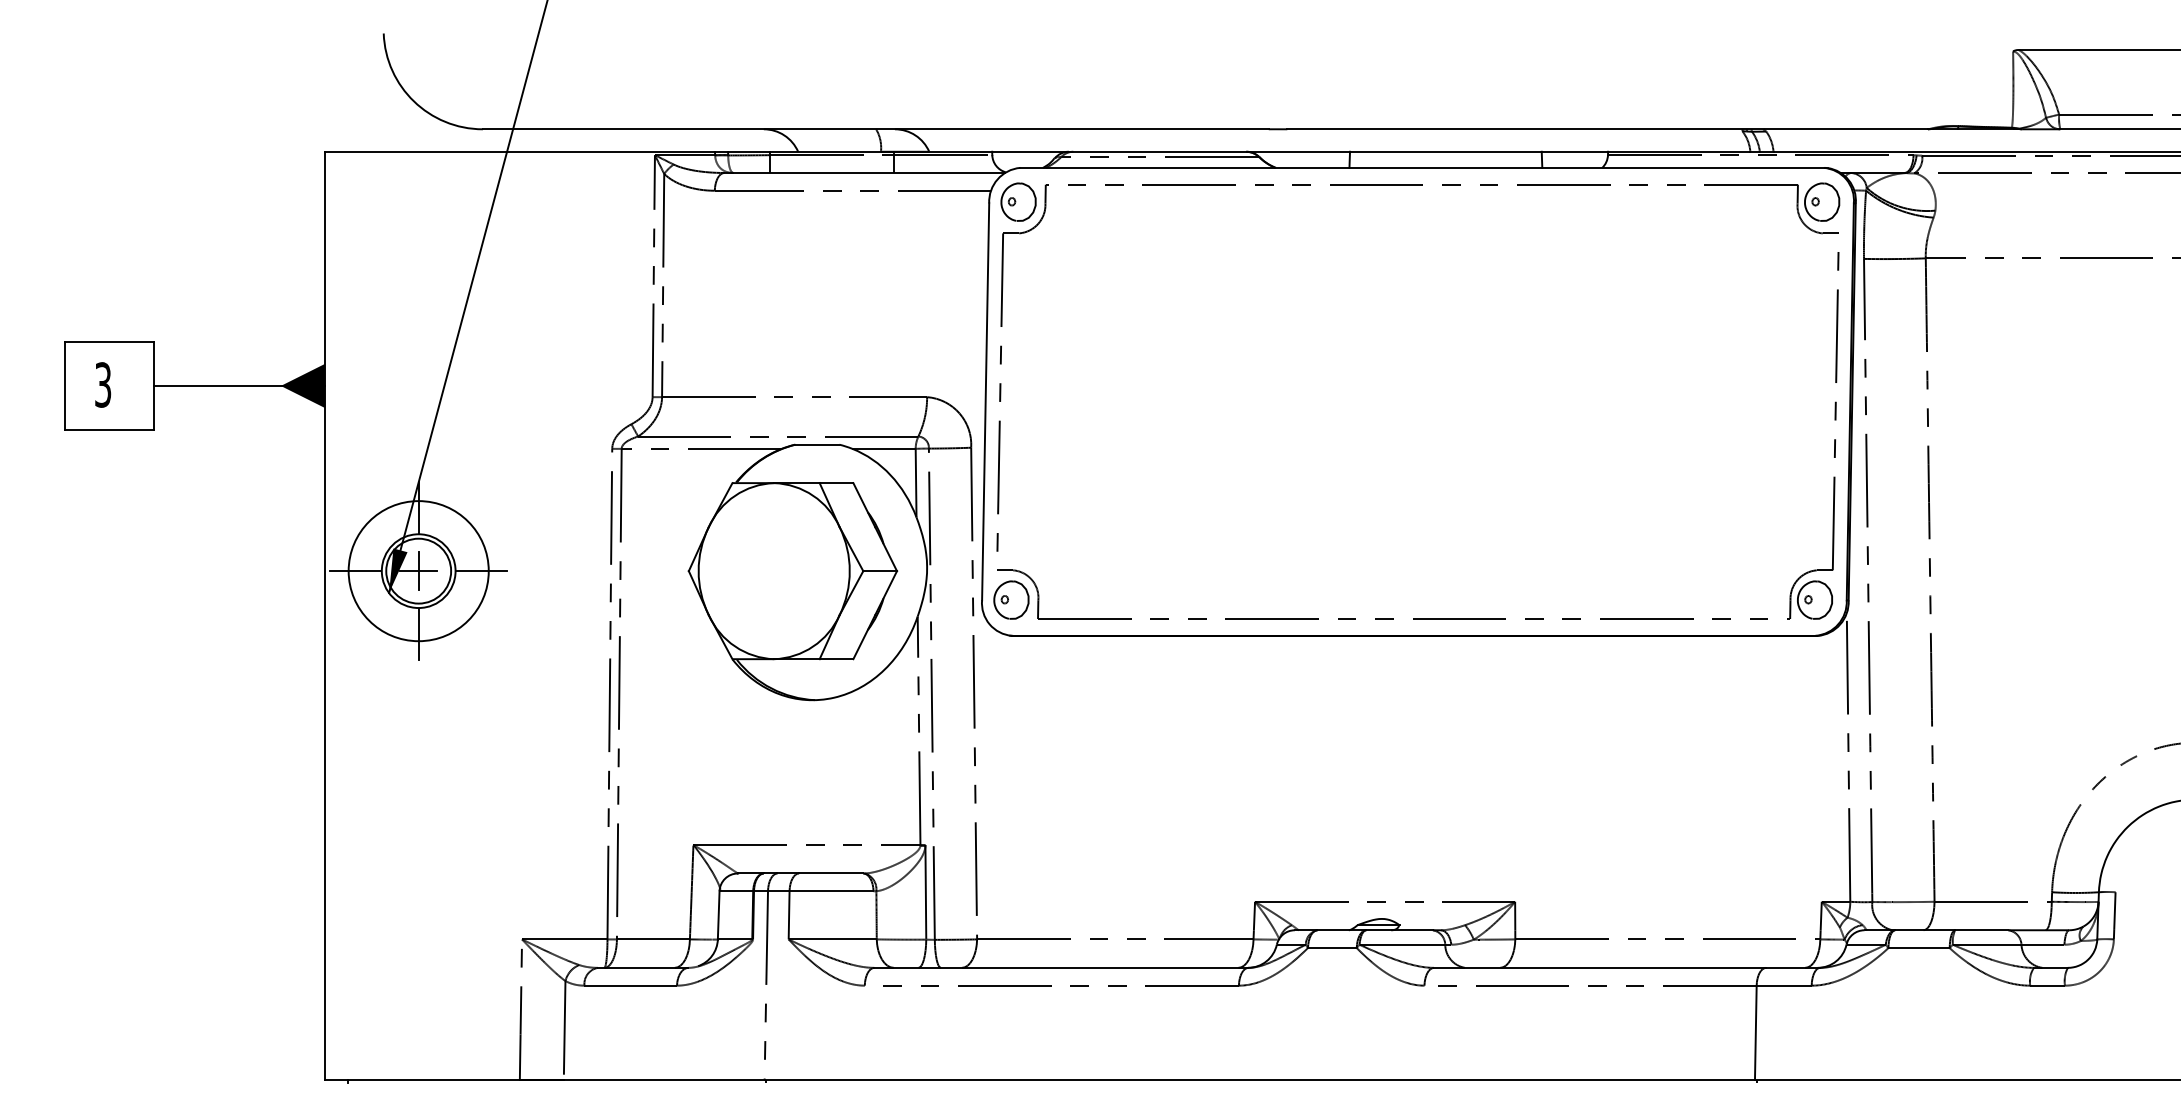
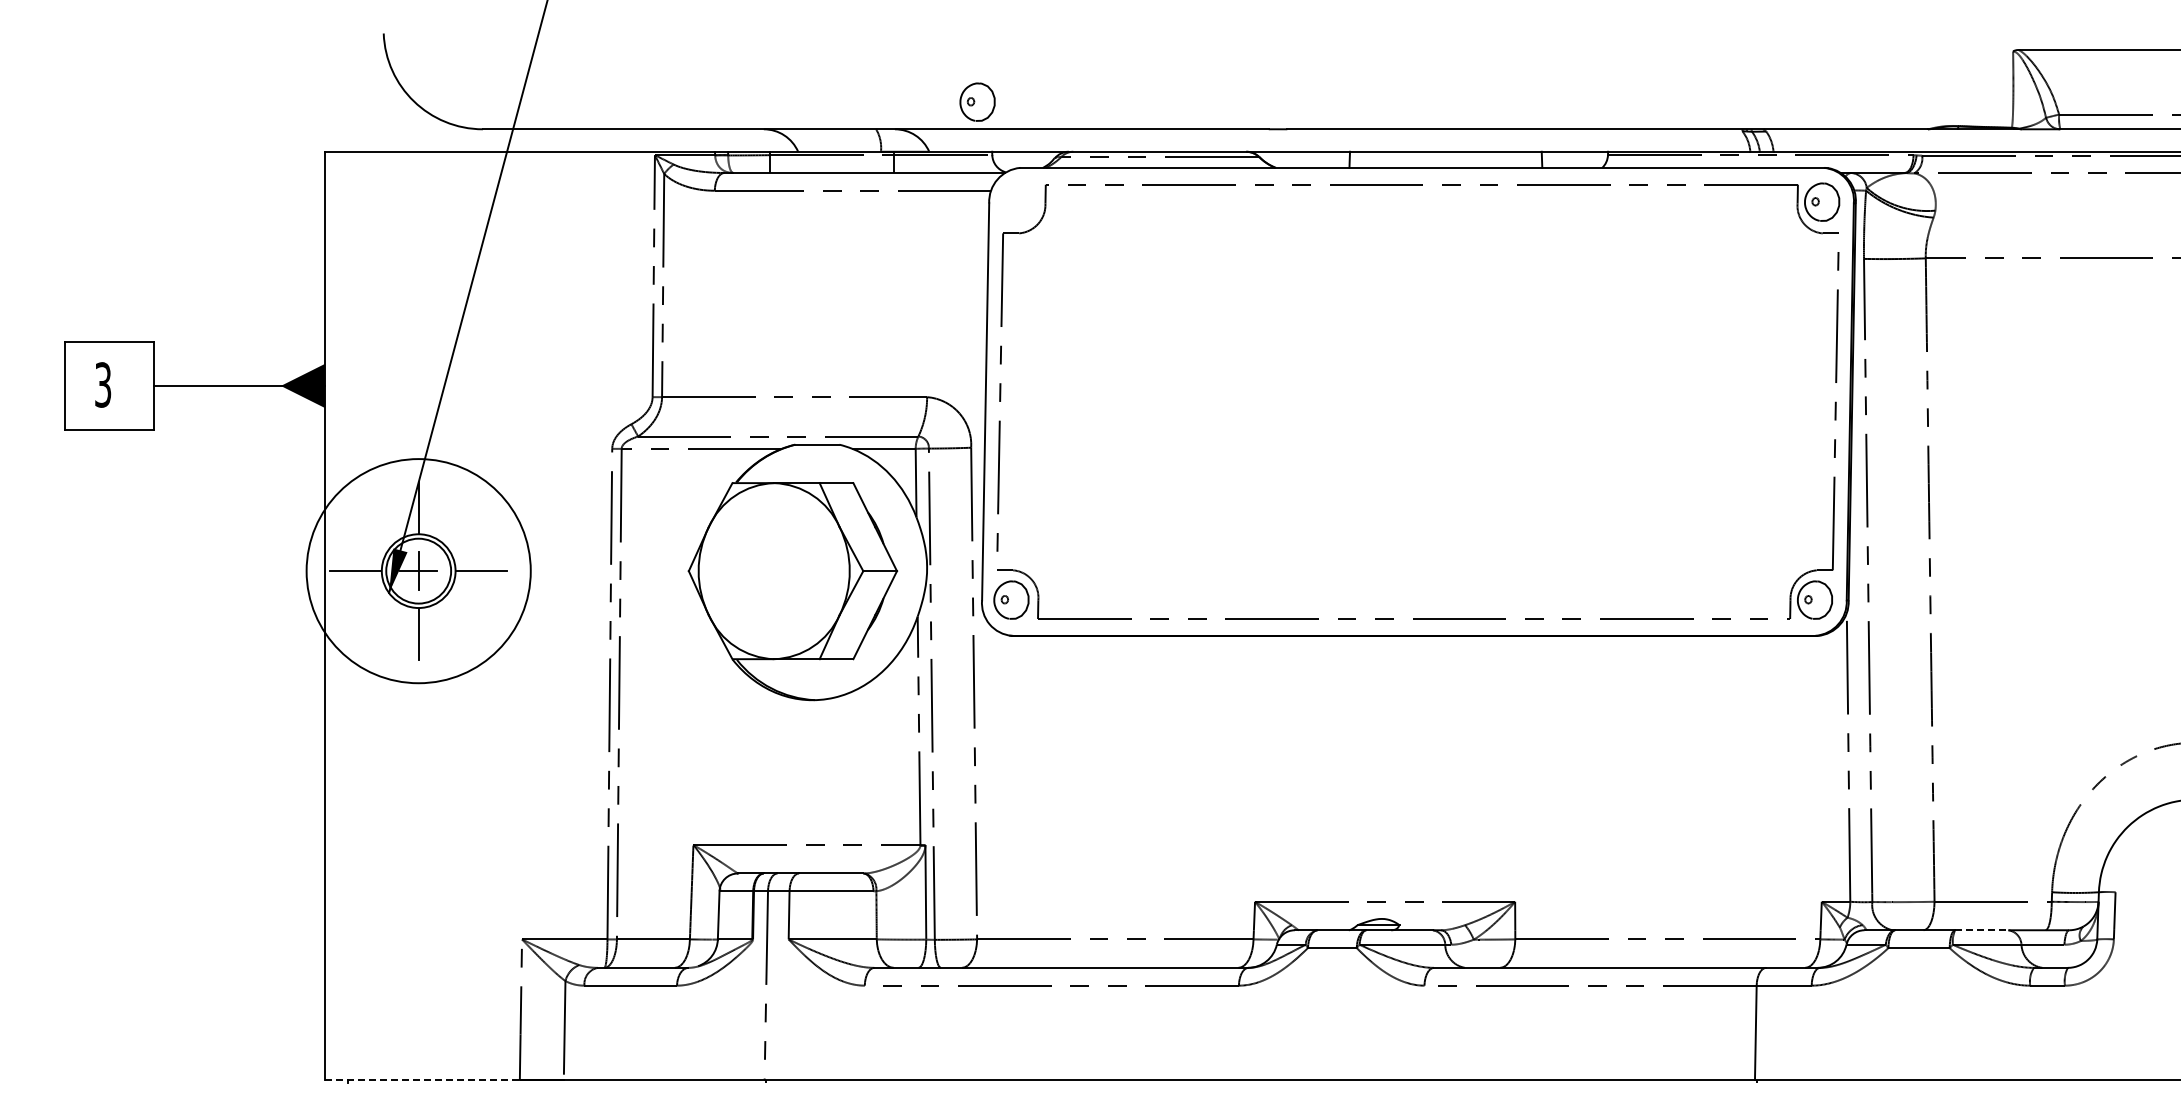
part at (1018, 201) position: (1018, 201) -> (977, 101)
circle at (418, 571) diameter: 140 px -> 224 px
line at (1981, 930): solid -> dashed
line at (422, 1079): solid -> dashed
